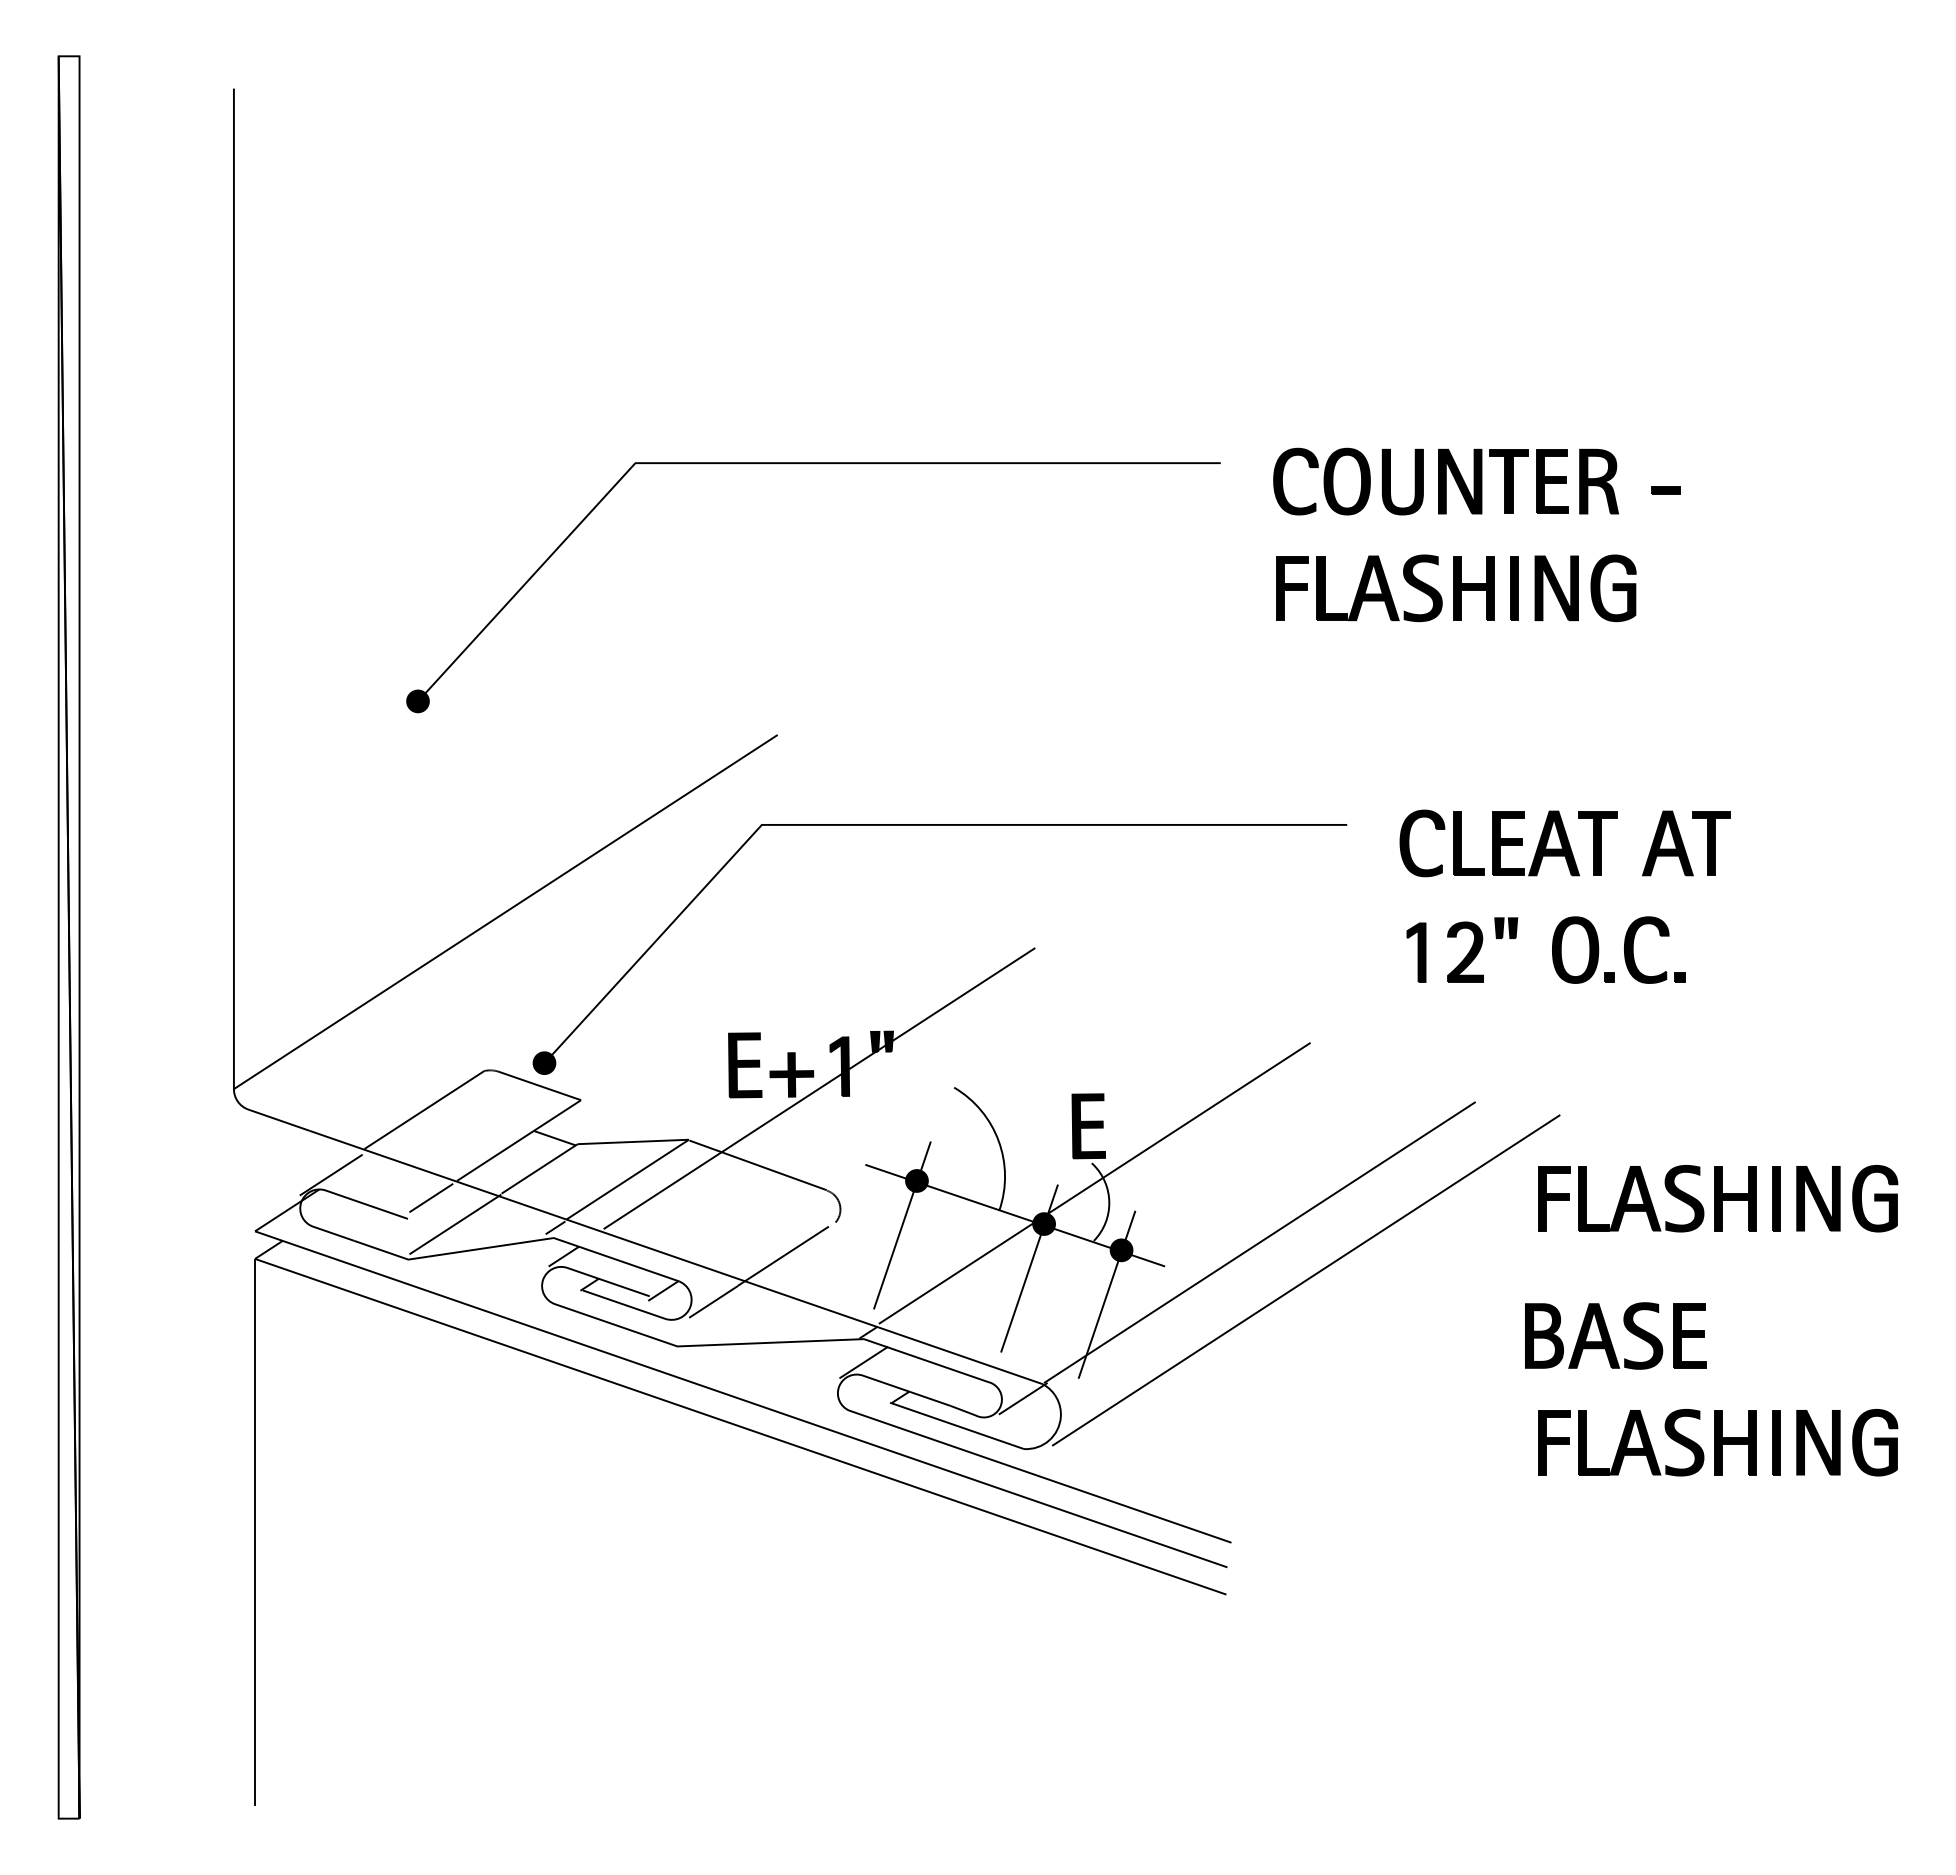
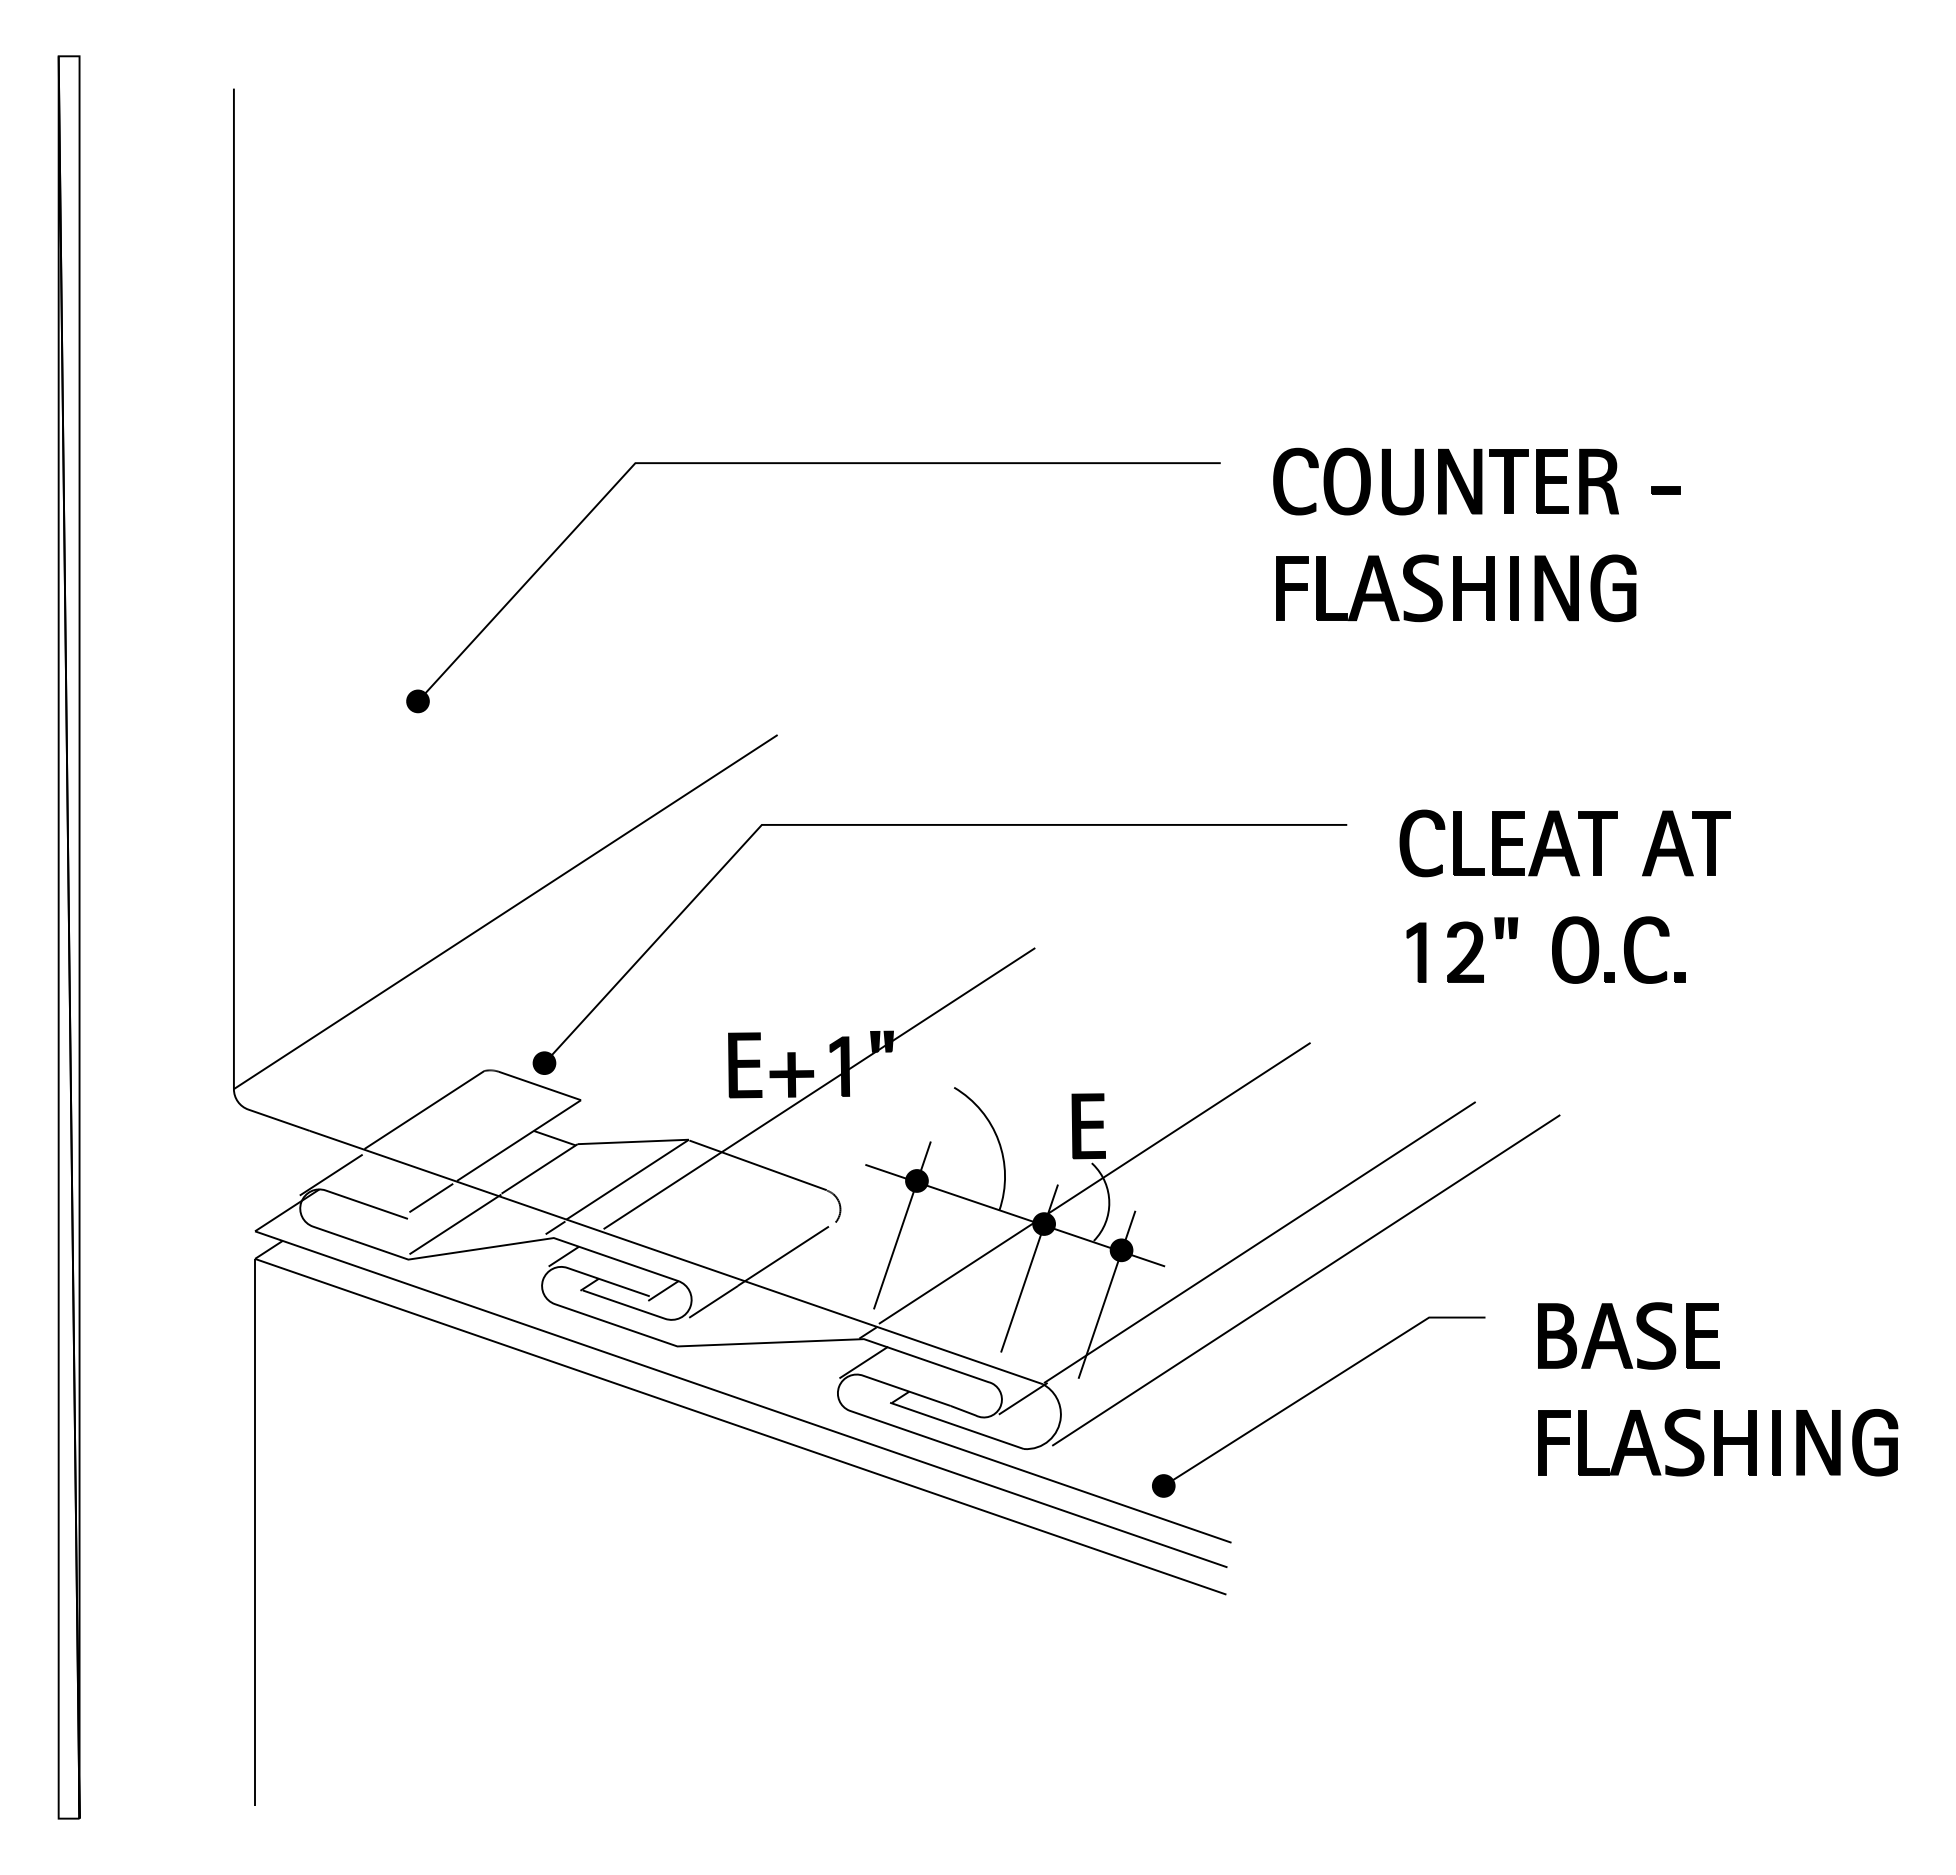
part at (1718, 1198): present -> none
part at (1615, 1335) position: (1615, 1335) -> (1628, 1335)
part at (1311, 1393): none -> present
